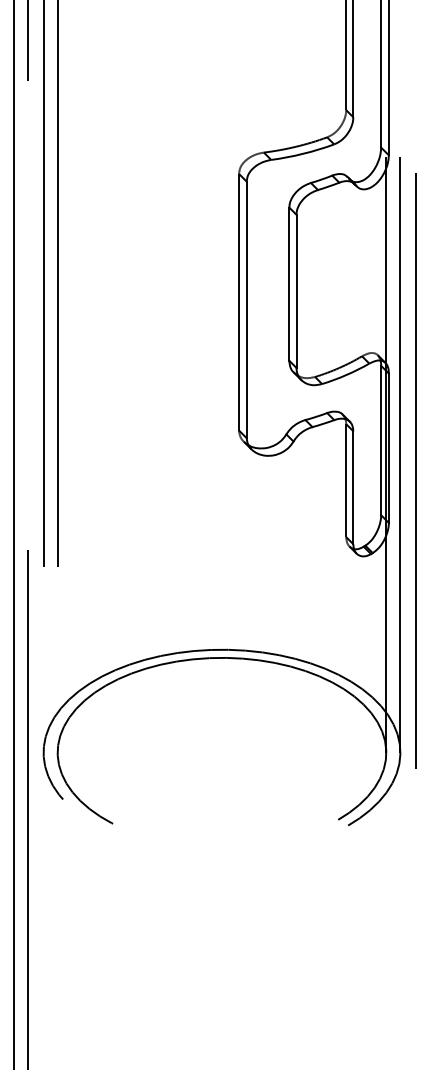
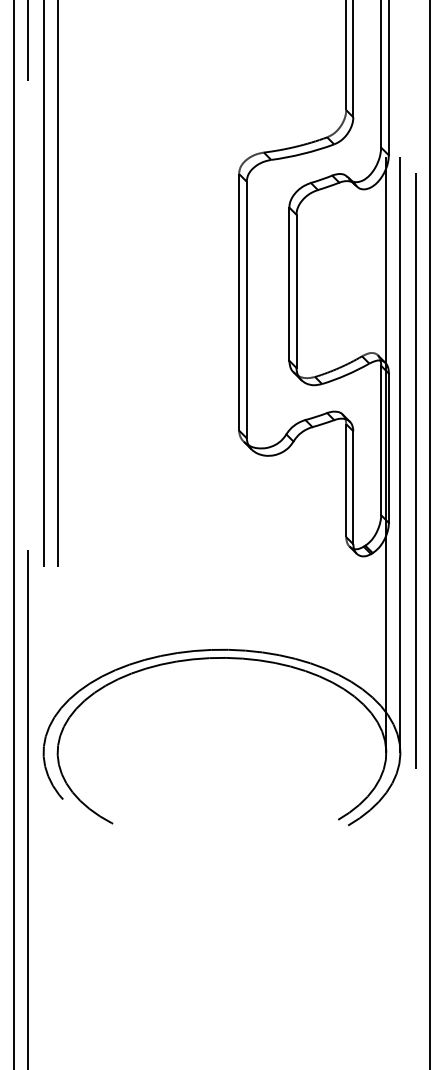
line at (430, 534): none -> present
